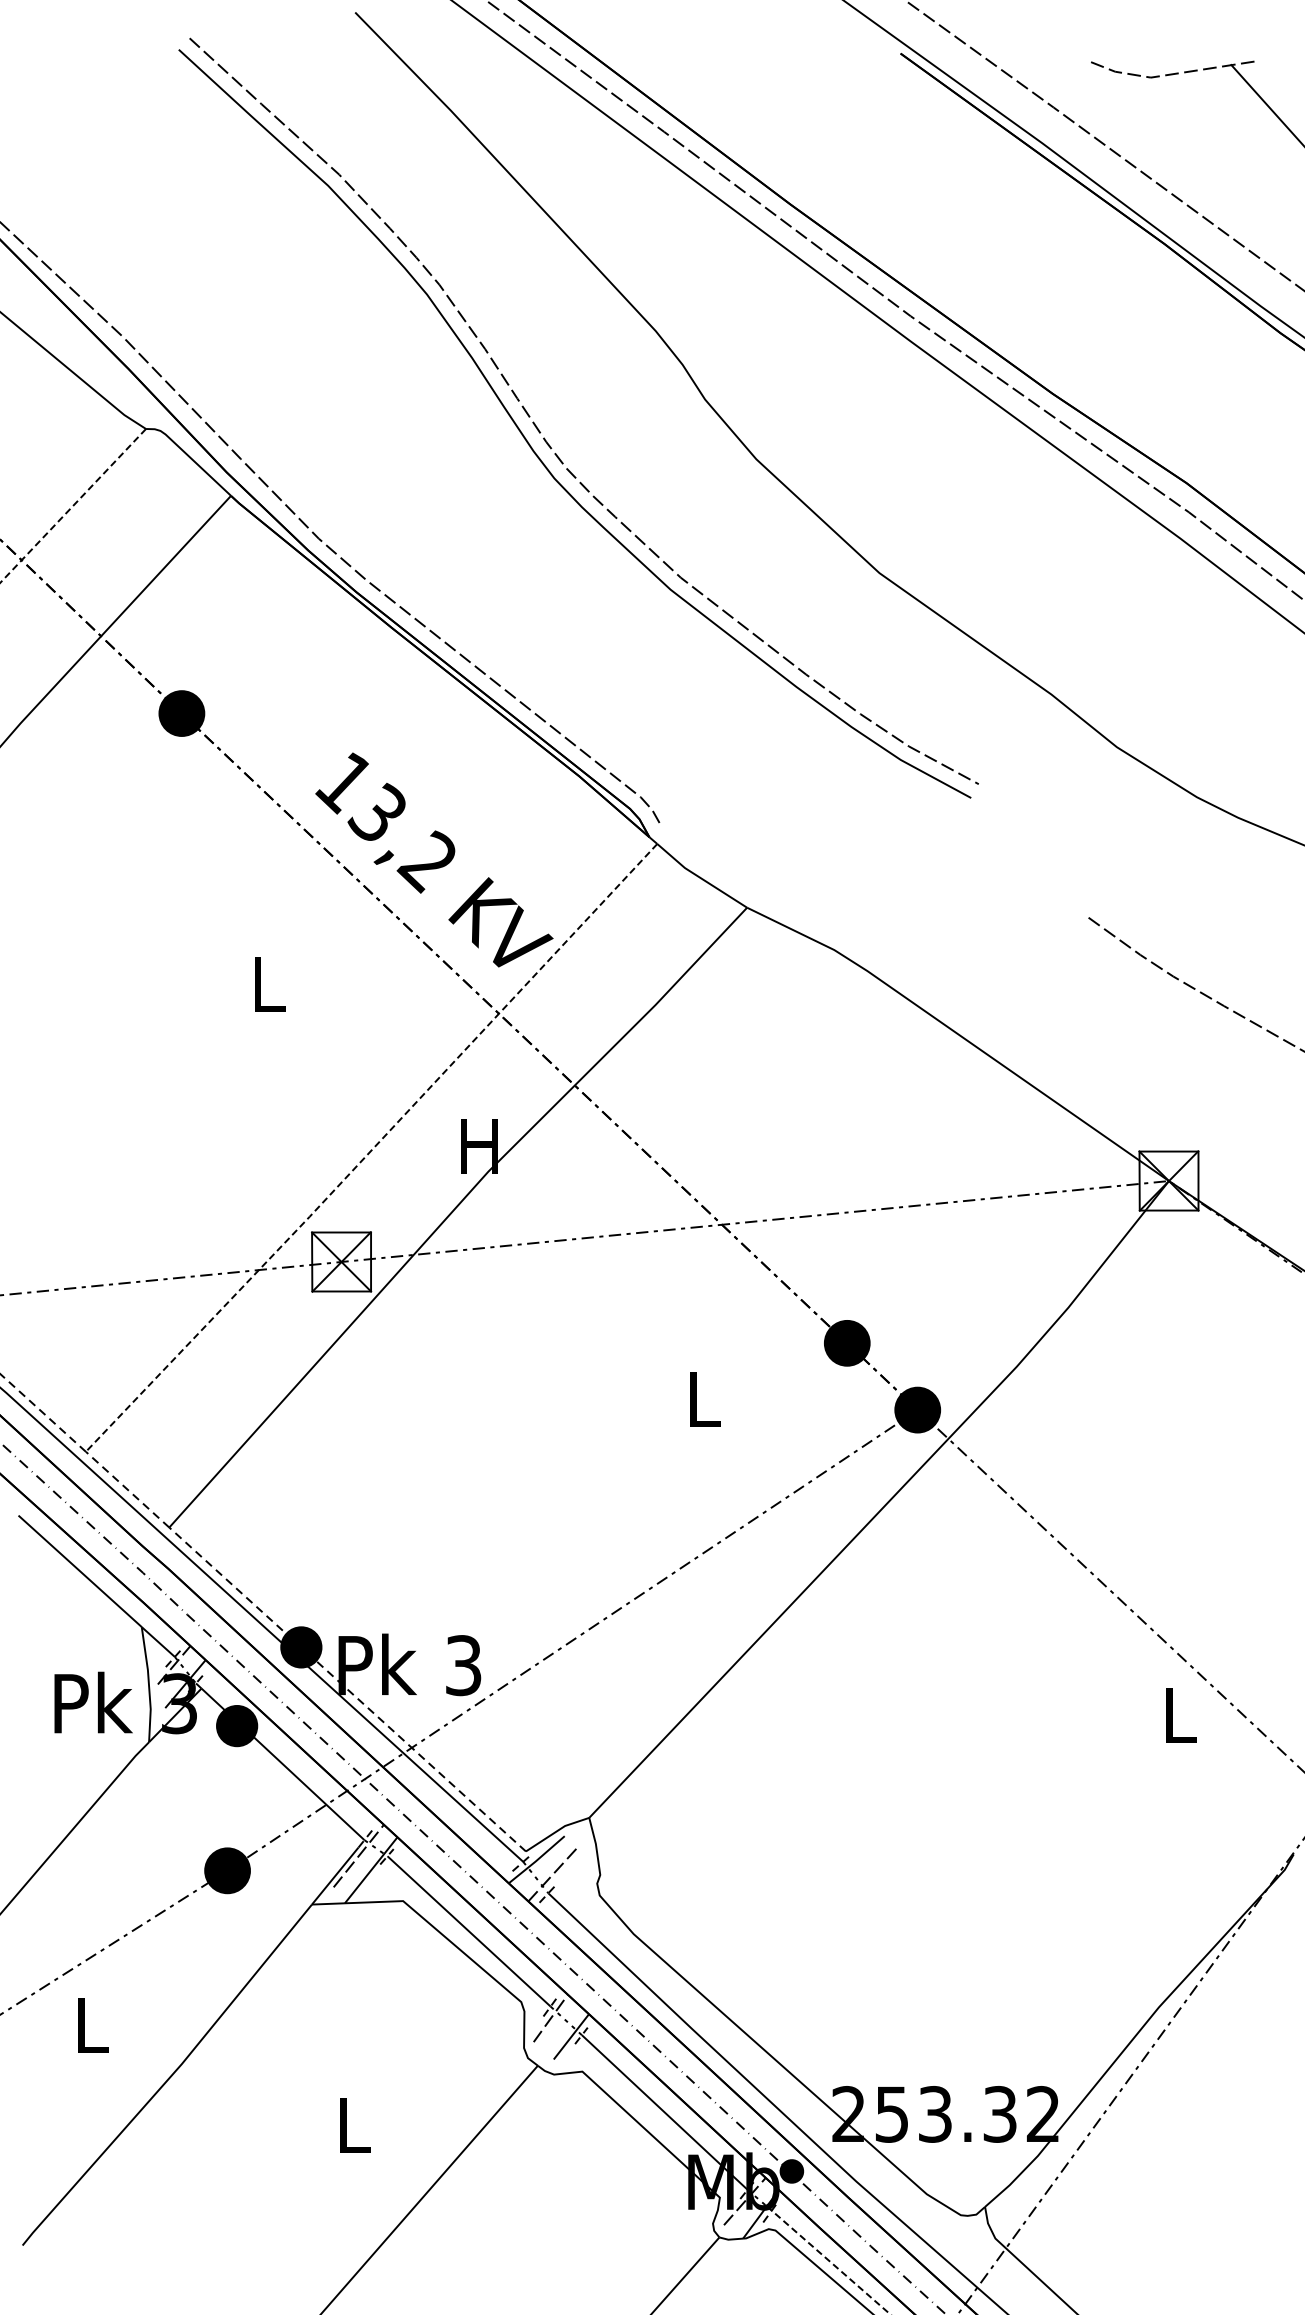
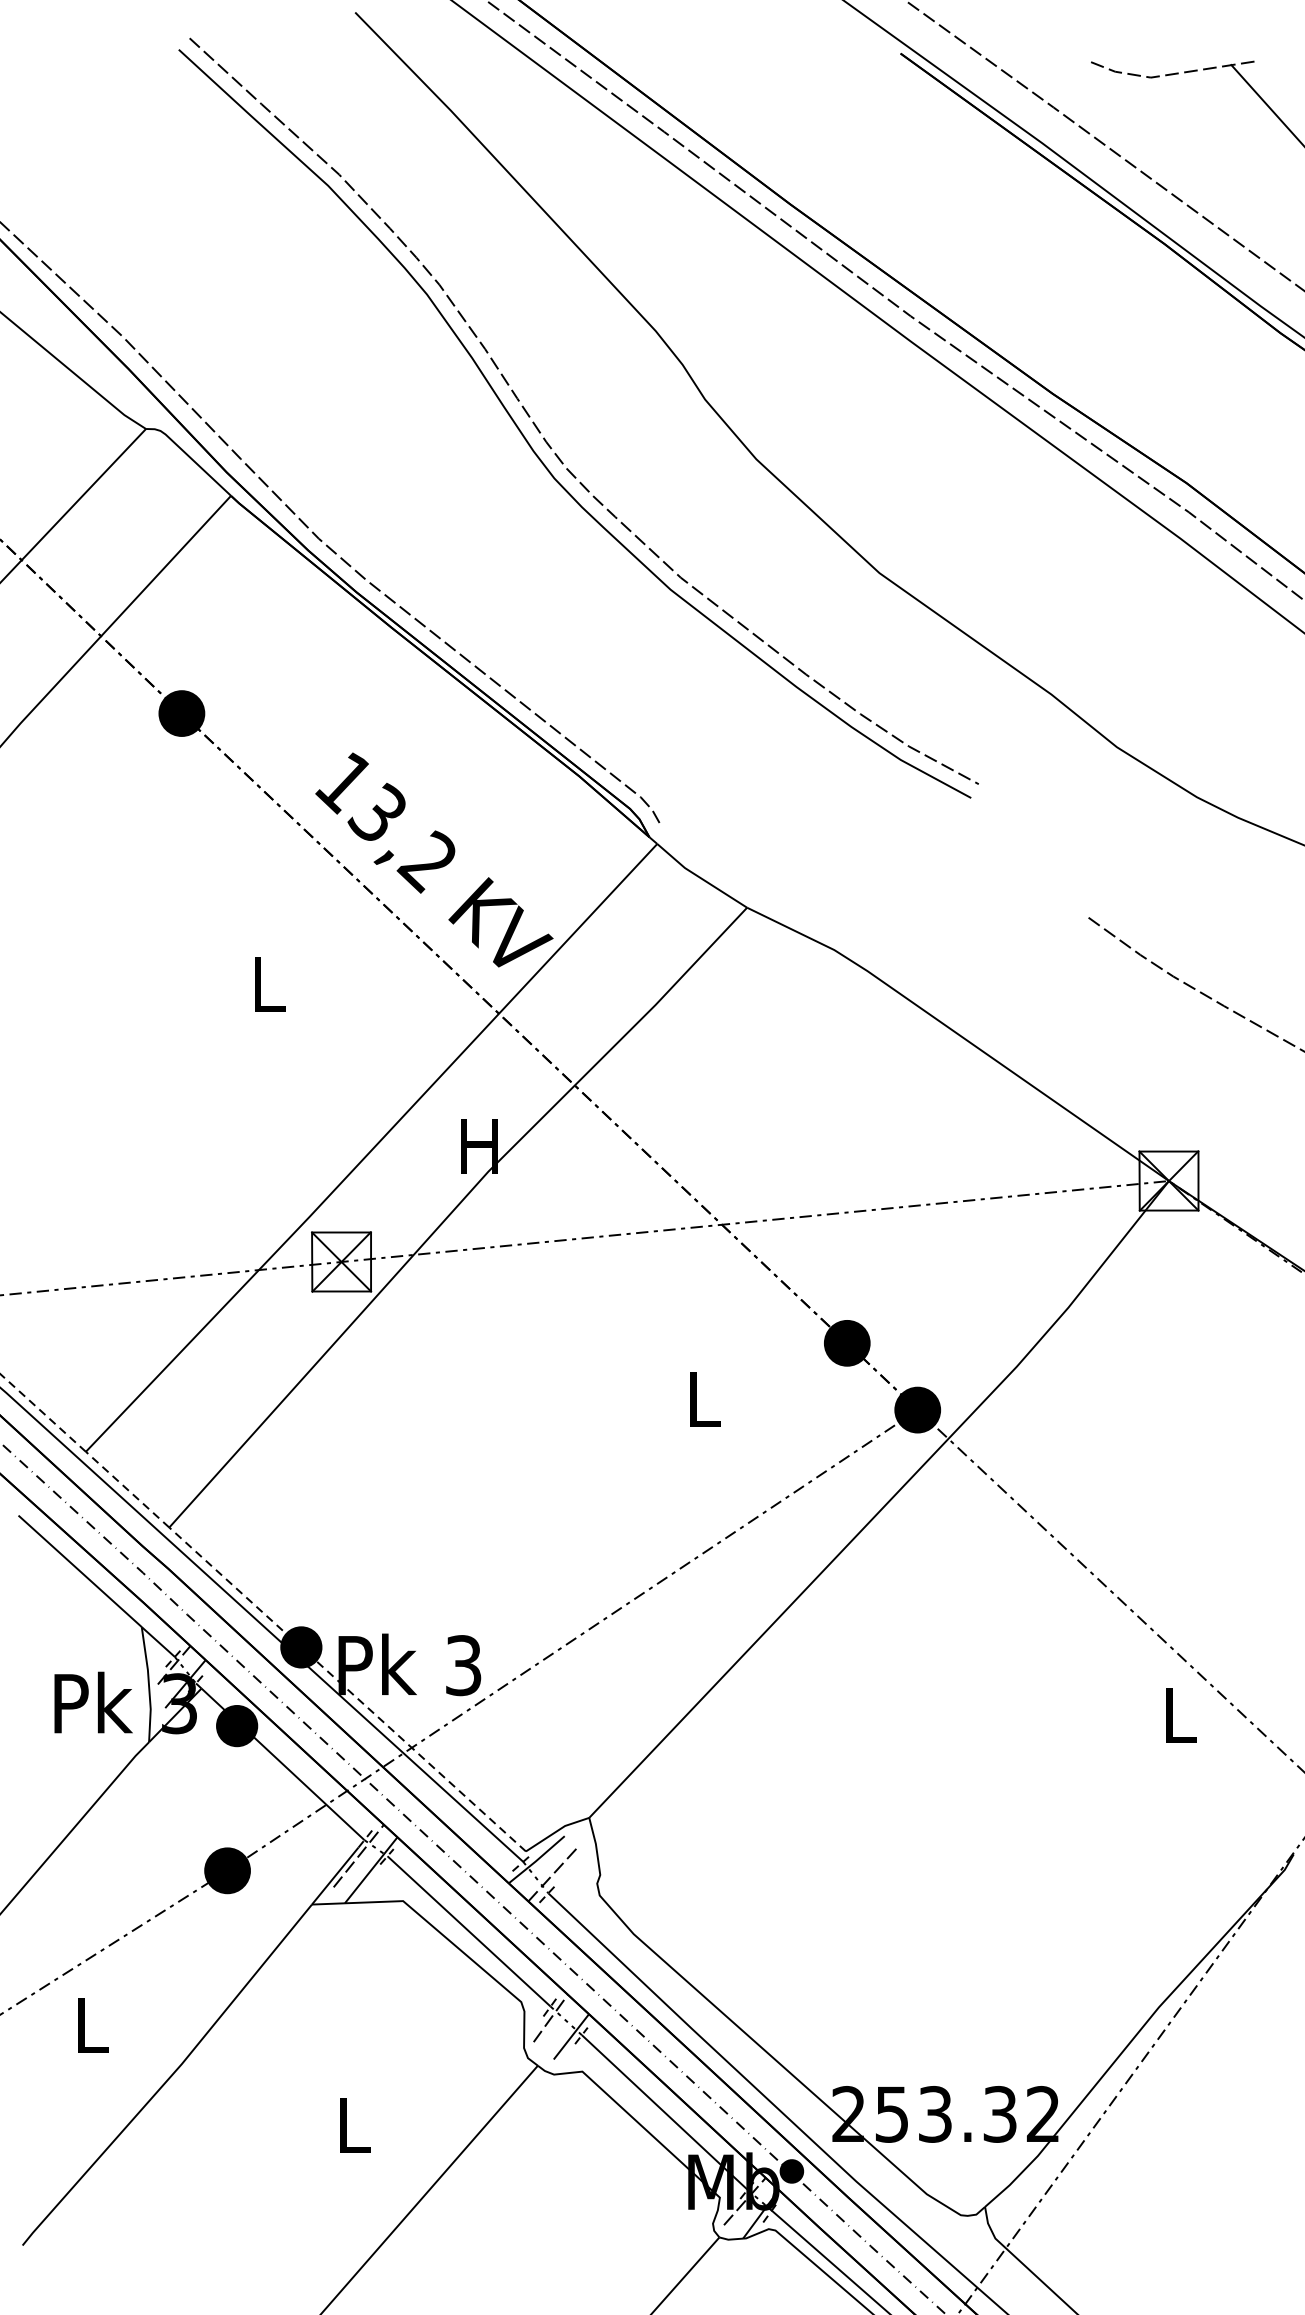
line at (73, 505): dashed -> solid
line at (371, 1150): dashed -> solid
line at (831, 2262): dashed -> solid
